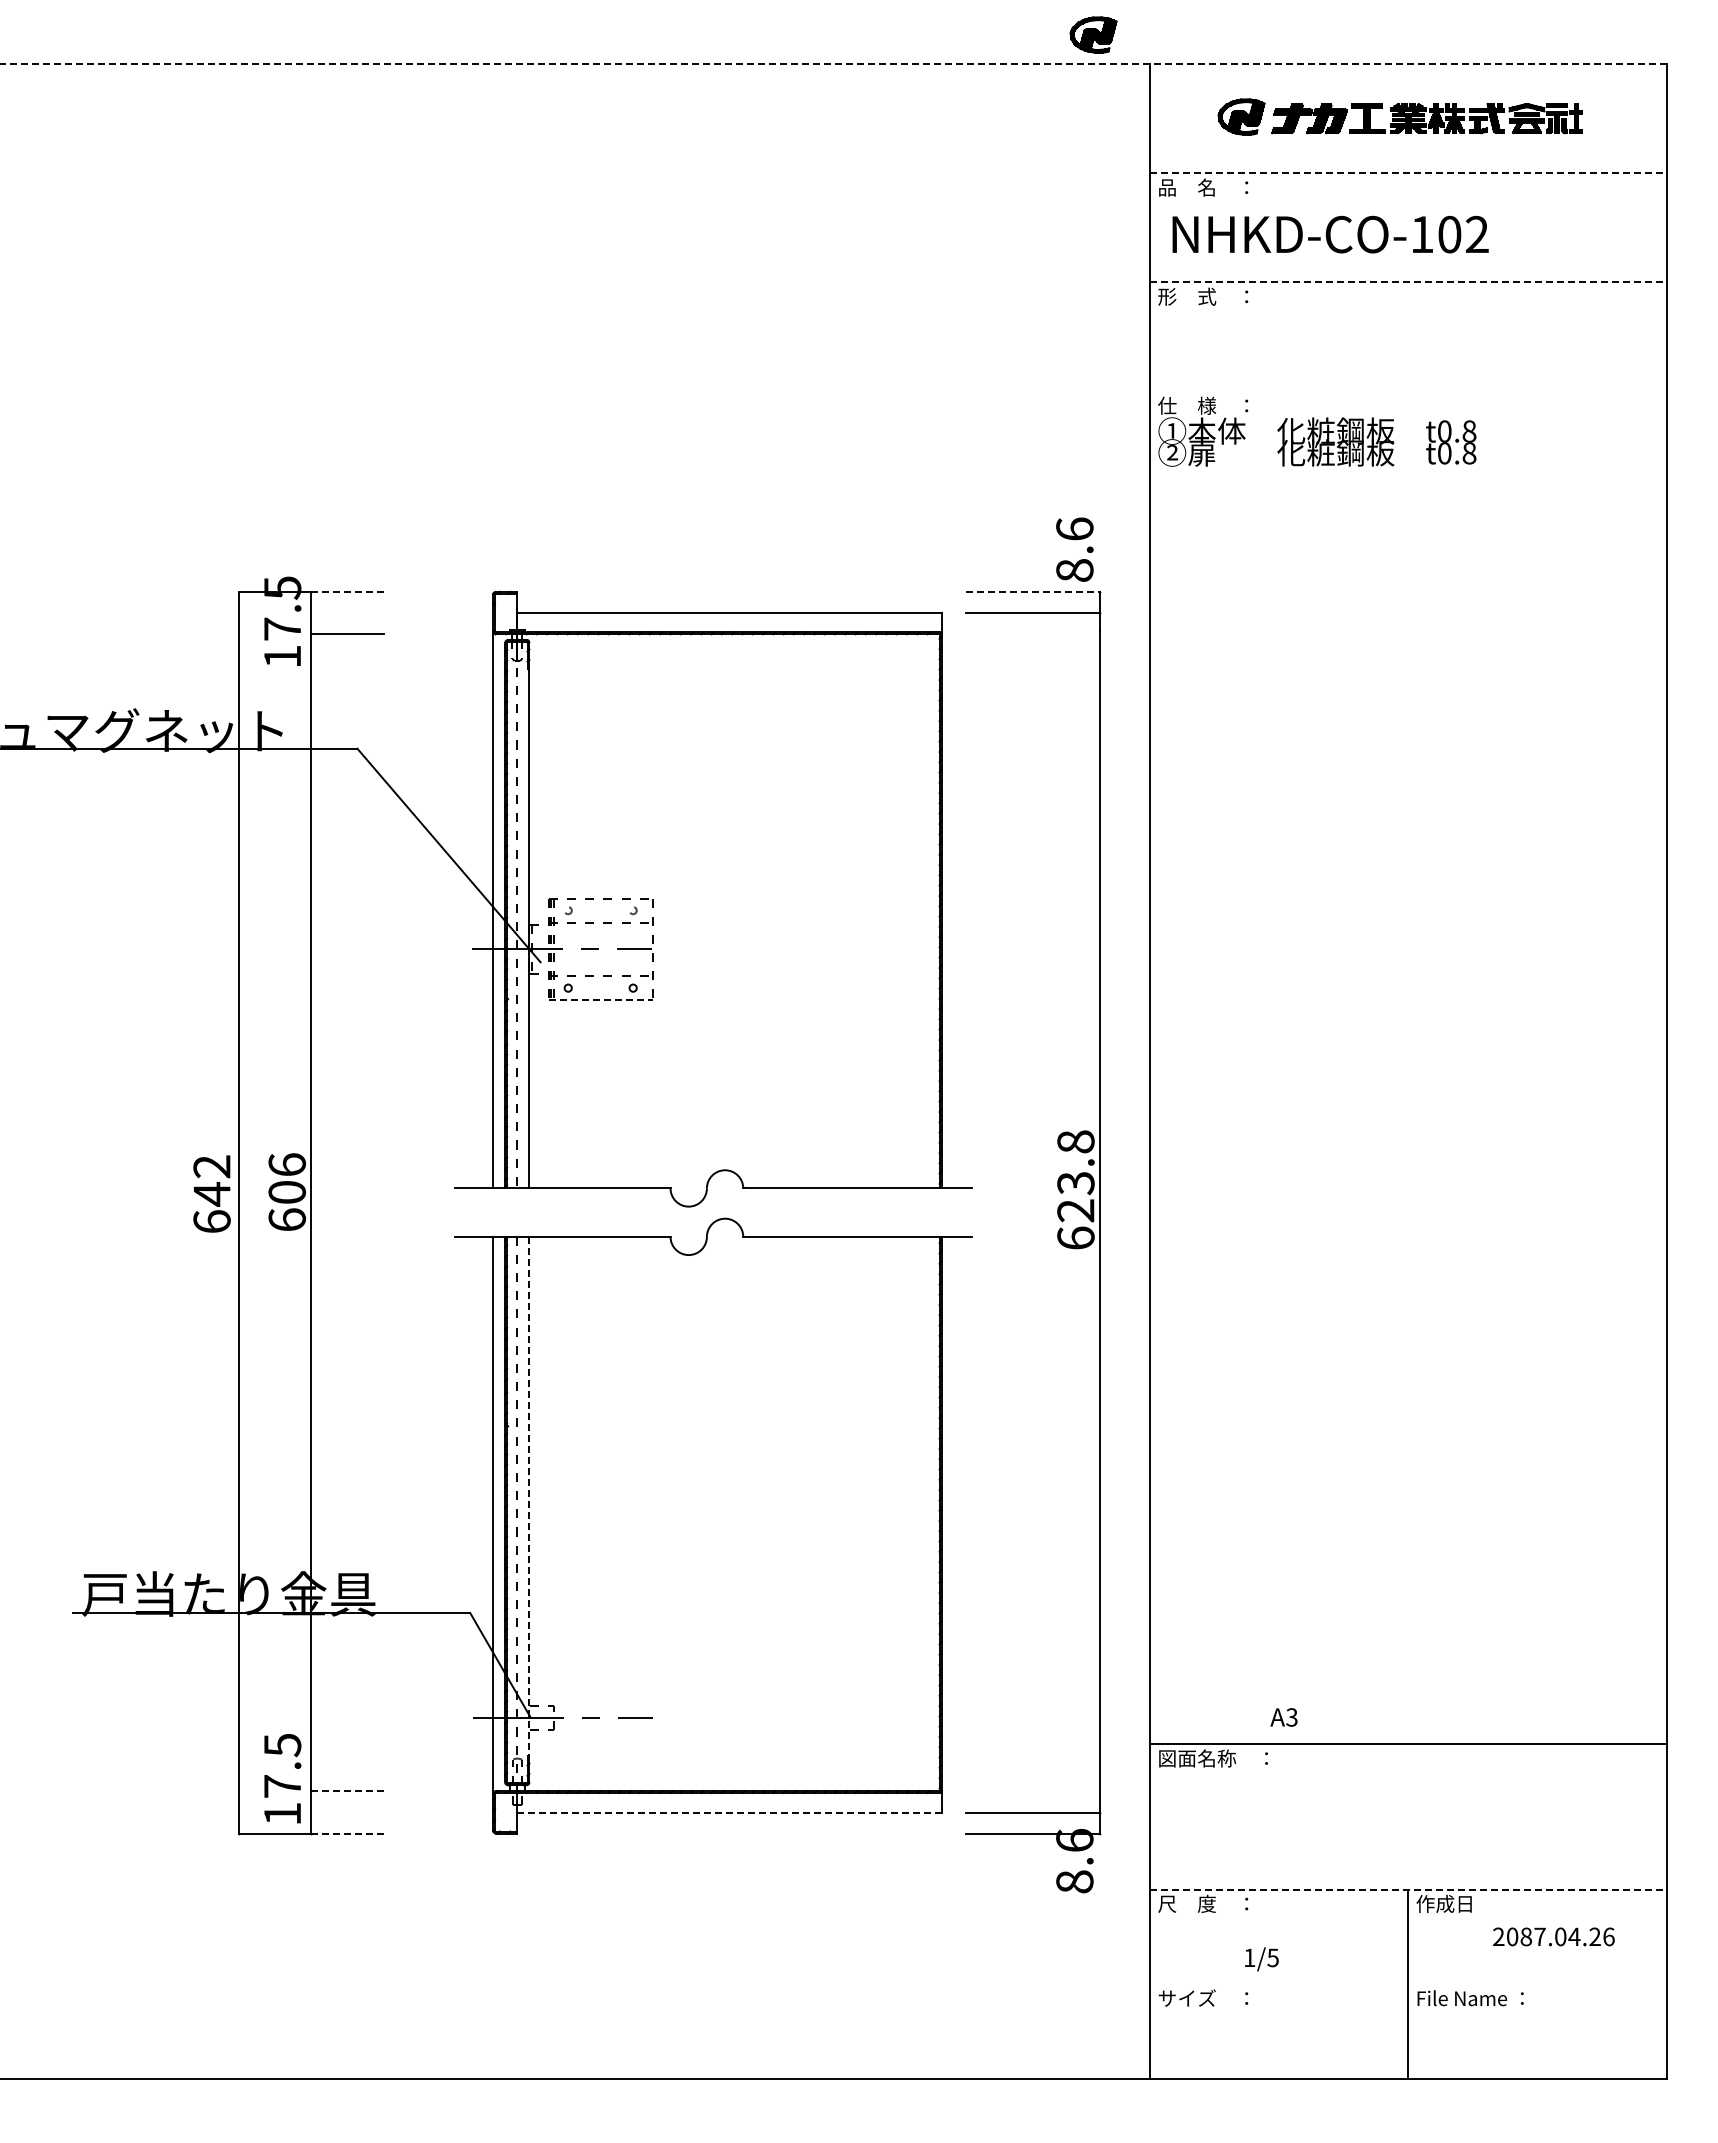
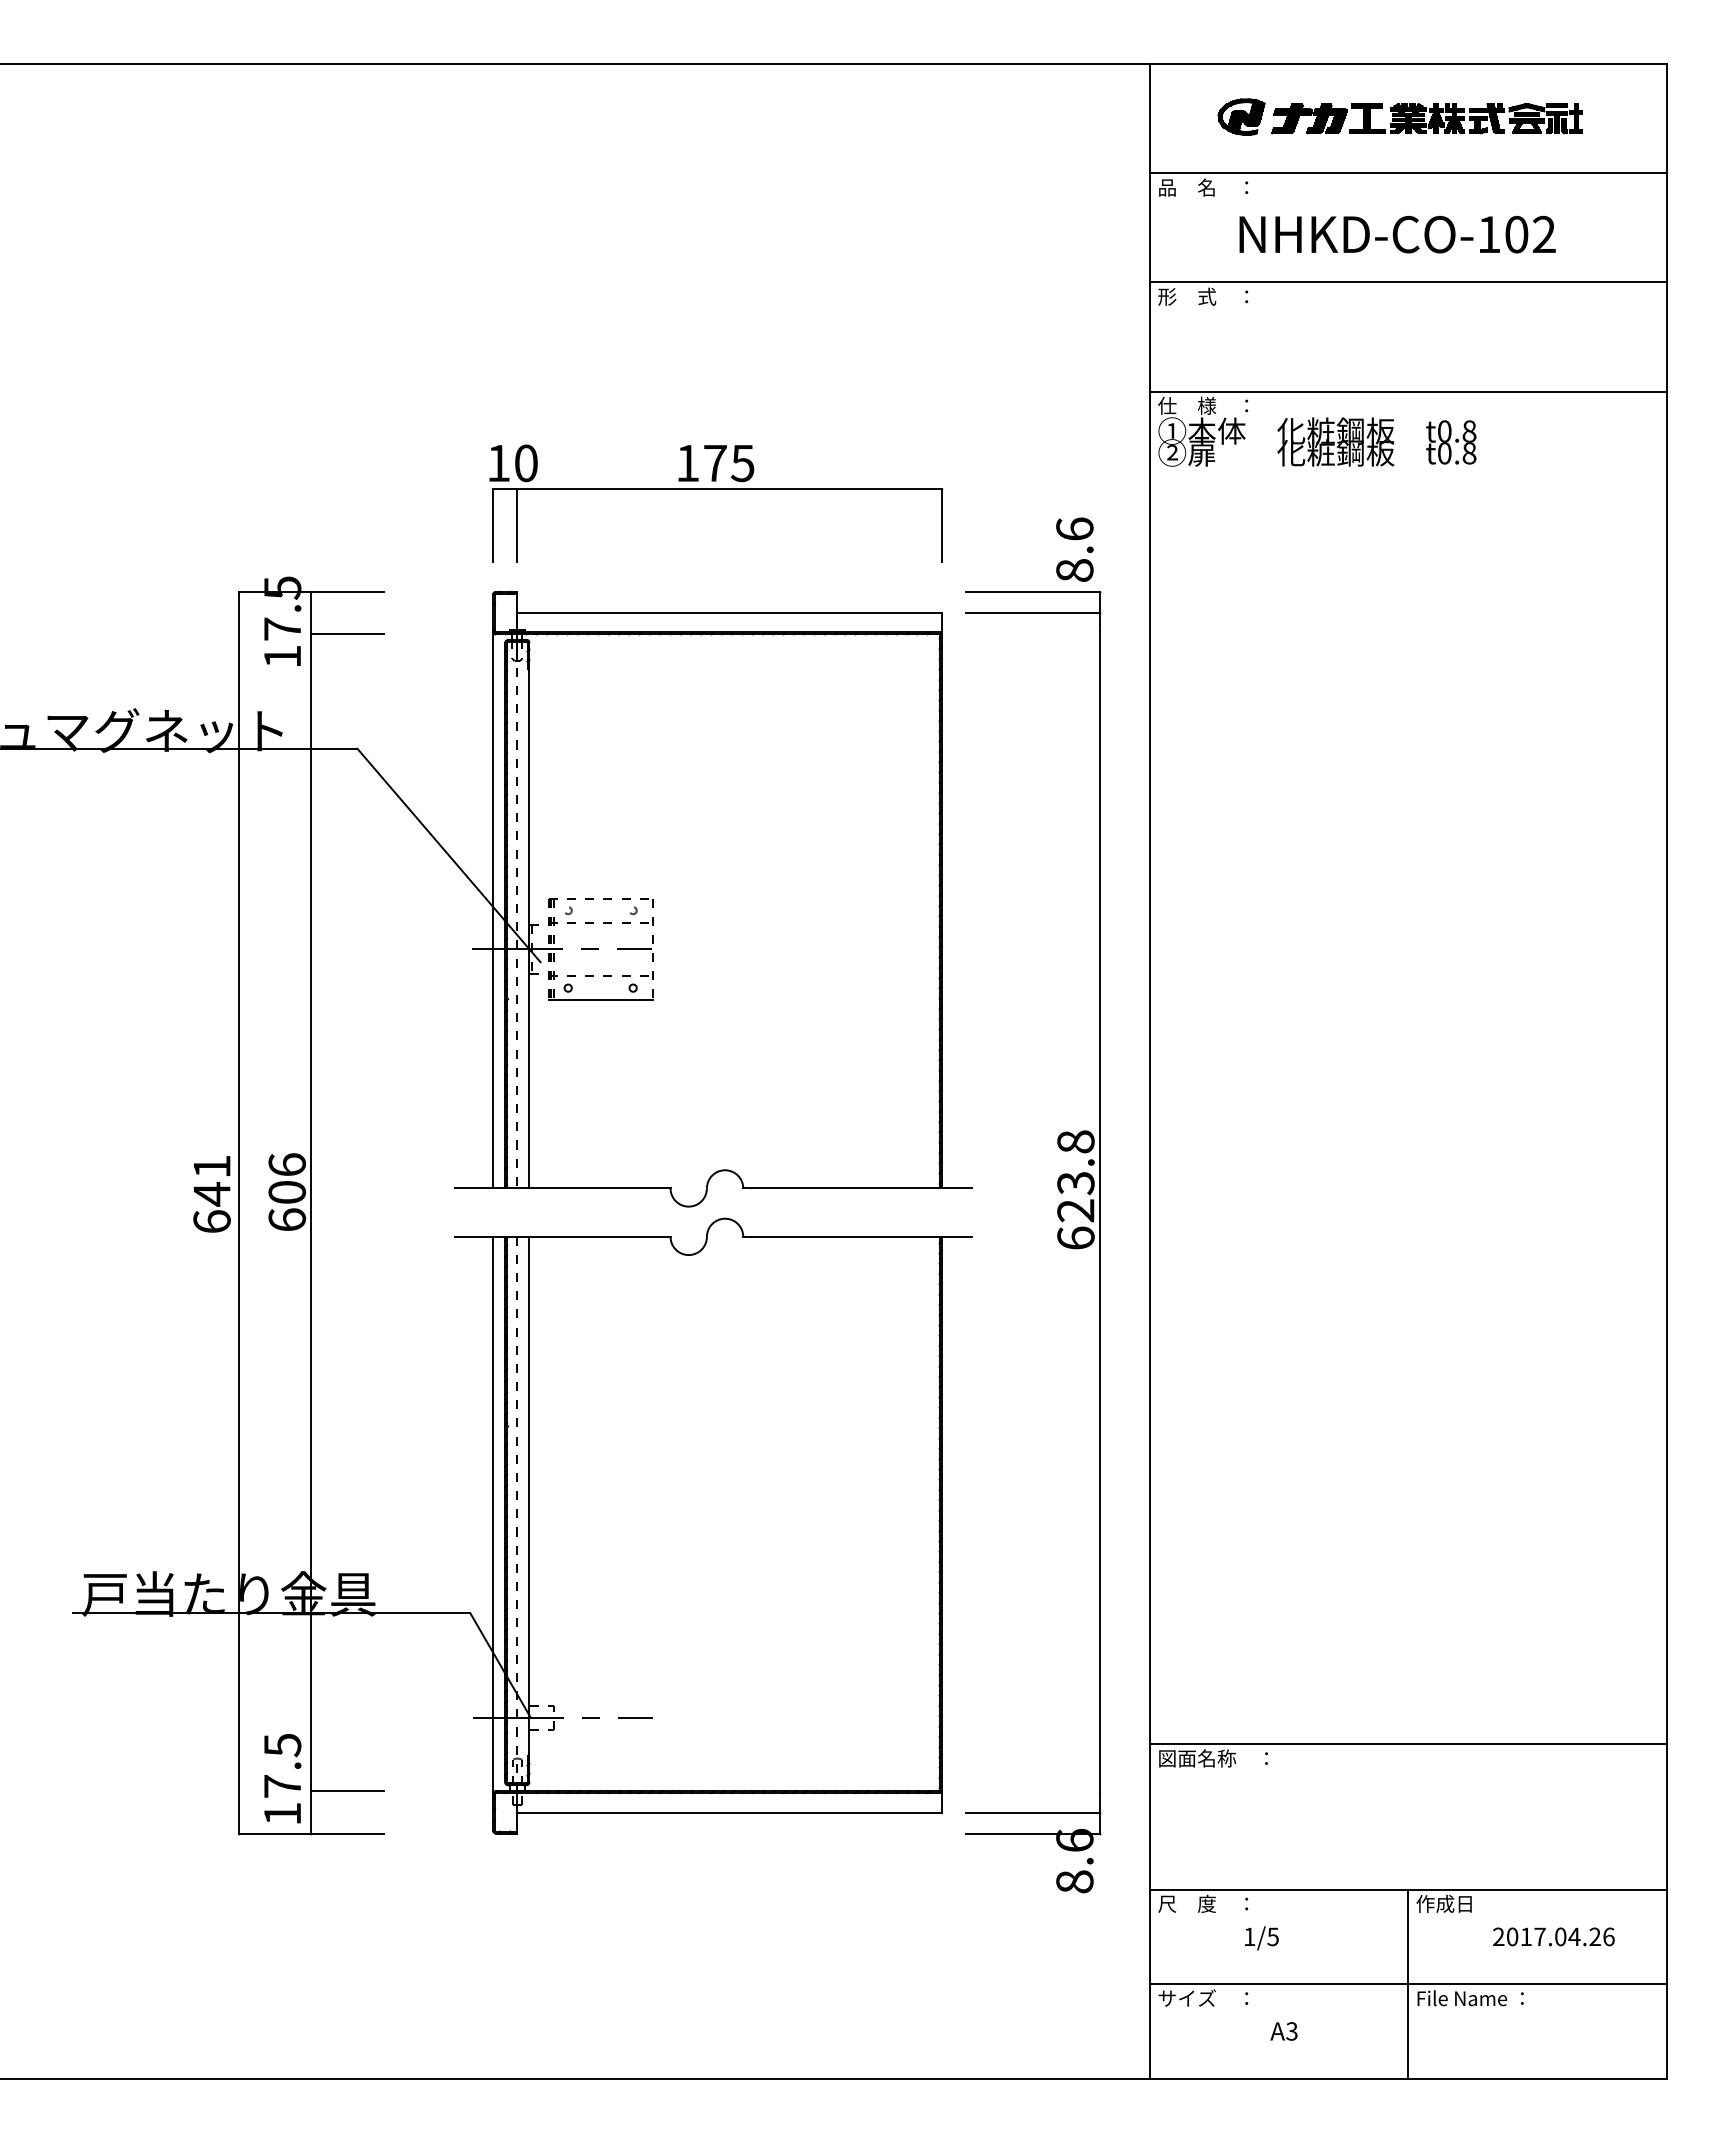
part at (1093, 34): present -> none
line at (833, 64): dashed -> solid
line at (1408, 173): dashed -> solid
text at (1330, 234) position: (1330, 234) -> (1397, 234)
line at (1408, 282): dashed -> solid
line at (1408, 391): none -> present
part at (716, 489): none -> present
line at (347, 591): dashed -> solid
line at (1033, 591): dashed -> solid
line at (600, 1000): dashed -> solid
text at (211, 1166): 642 -> 641
line at (529, 1496): dashed -> solid
text at (1283, 1717) position: (1283, 1717) -> (1283, 2031)
line at (347, 1791): dashed -> solid
line at (729, 1812): dashed -> solid
line at (347, 1833): dashed -> solid
line at (1408, 1889): dashed -> solid
text at (1526, 1936): 2087.04.26 -> 2017.04.26
text at (1261, 1959) position: (1261, 1959) -> (1261, 1938)
line at (1408, 1984): none -> present
